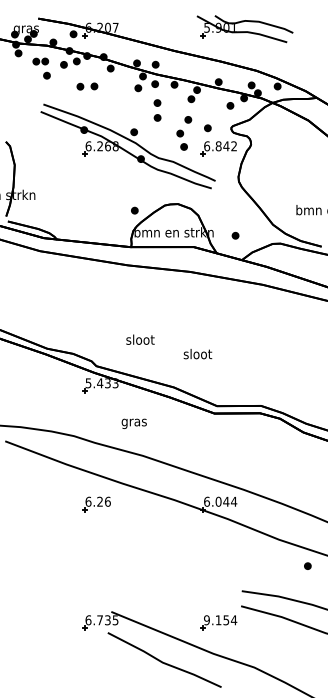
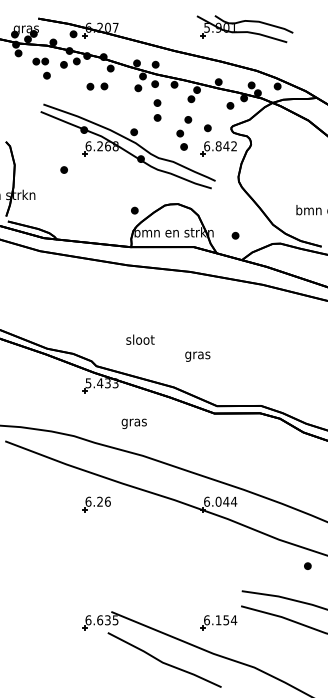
part at (87, 86) position: (87, 86) -> (97, 86)
part at (63, 169): none -> present
text at (197, 355): sloot -> gras
text at (100, 620): 6.735 -> 6.635
text at (206, 620): 9.154 -> 6.154
